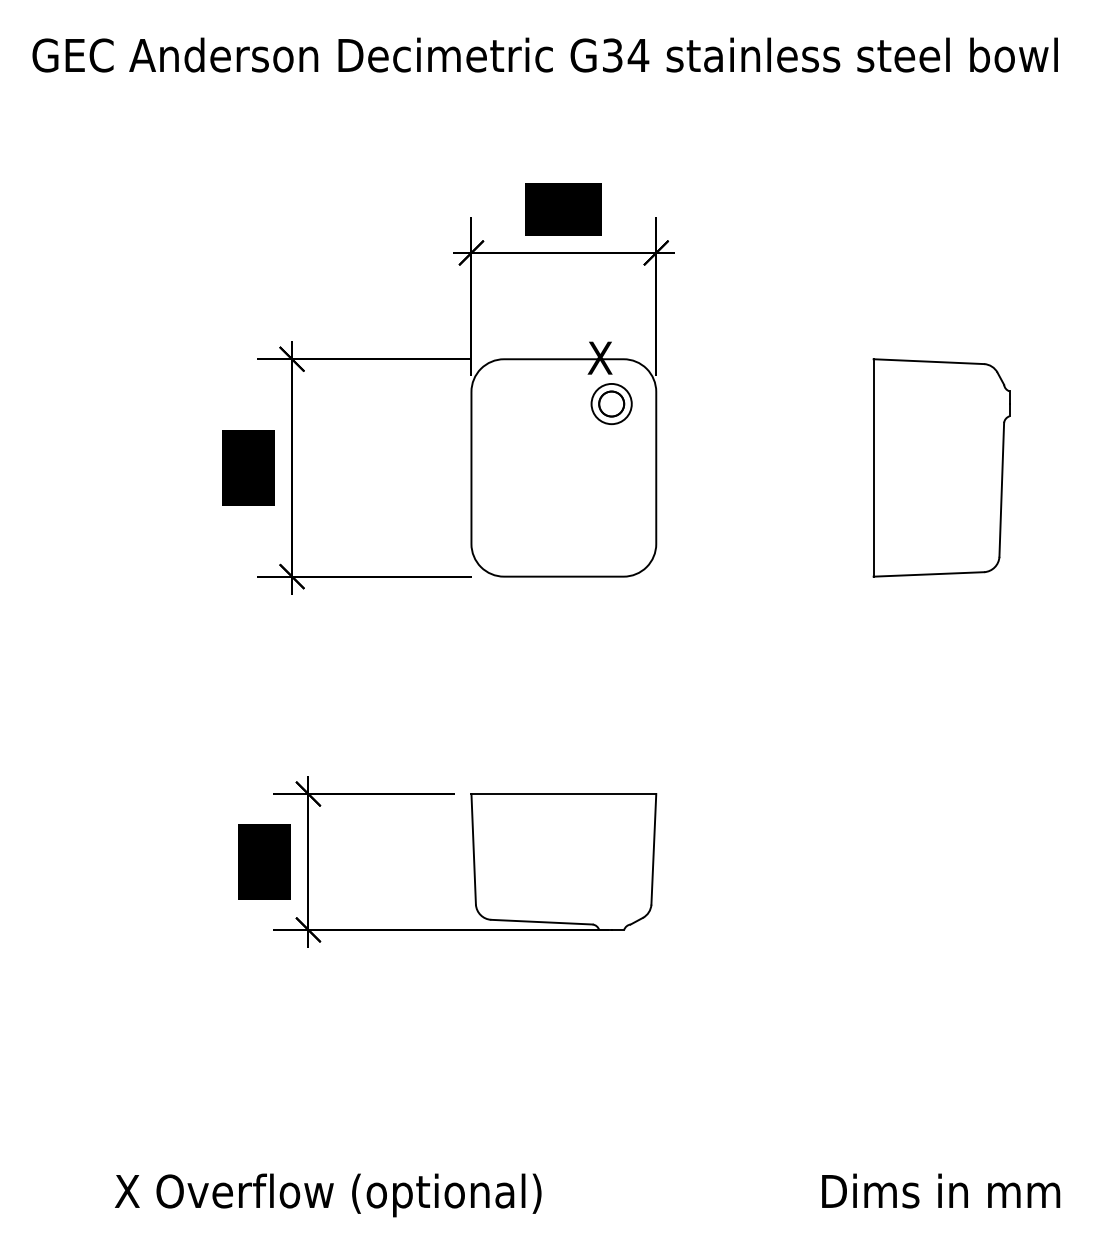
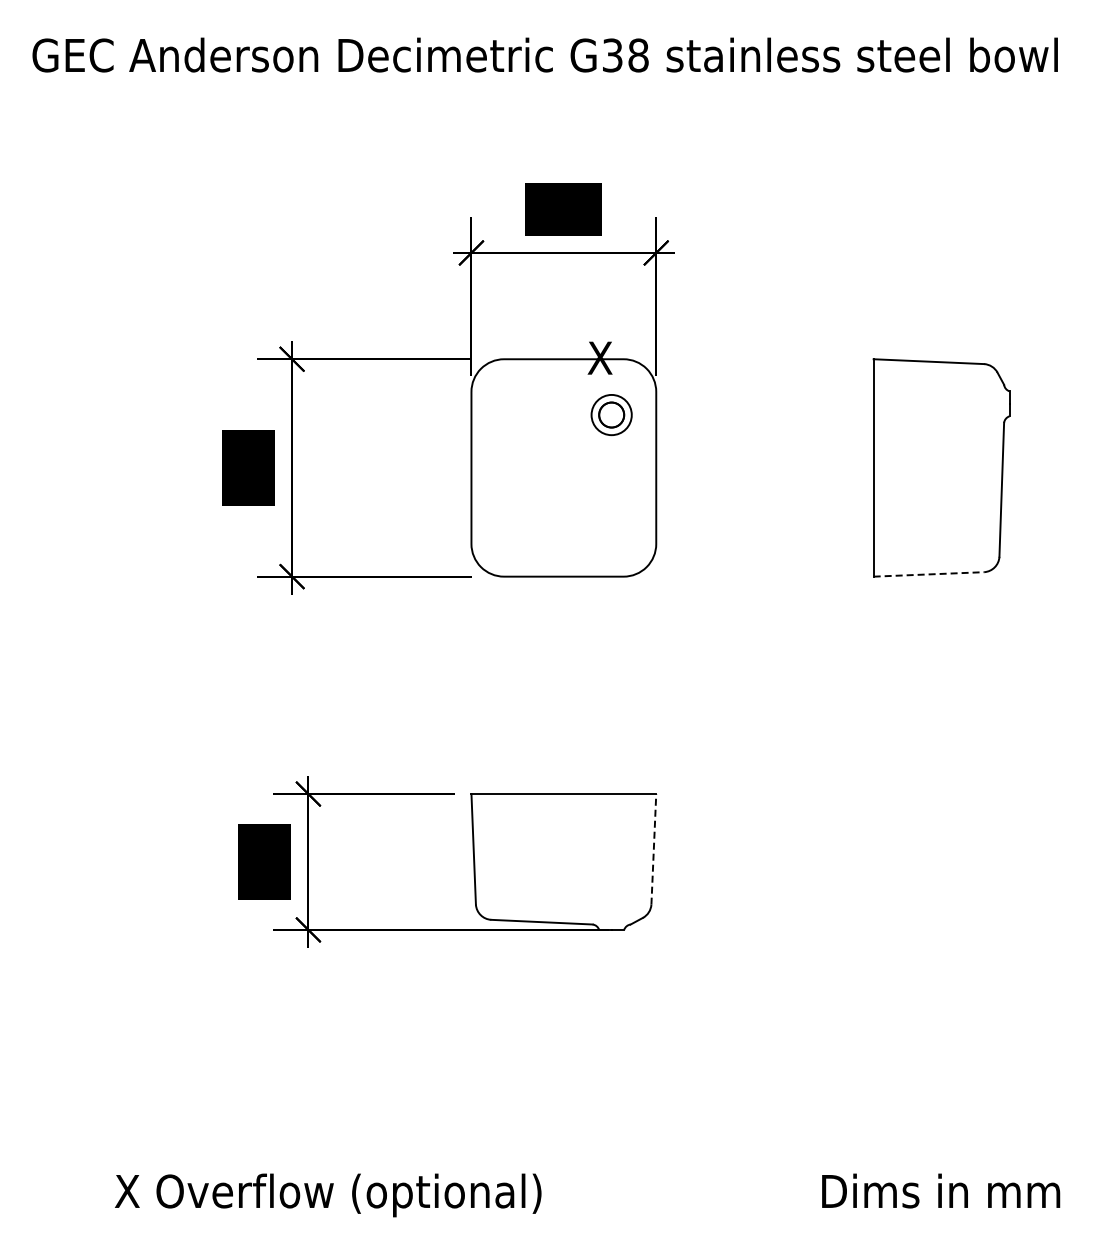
text at (638, 55): G34 -> G38
part at (611, 404) position: (611, 404) -> (611, 415)
line at (929, 574): solid -> dashed
line at (653, 848): solid -> dashed
